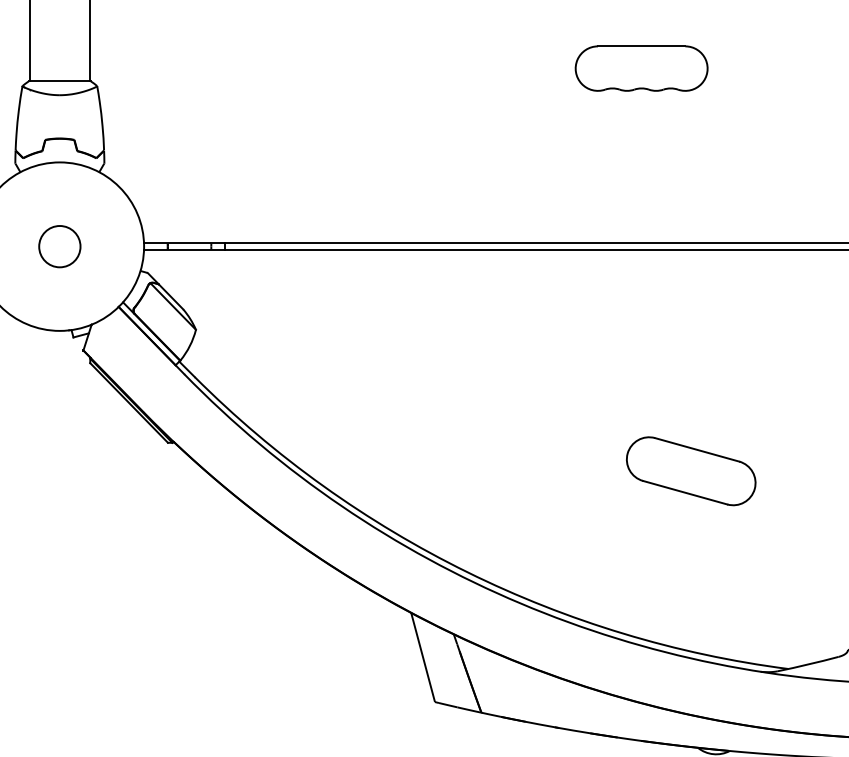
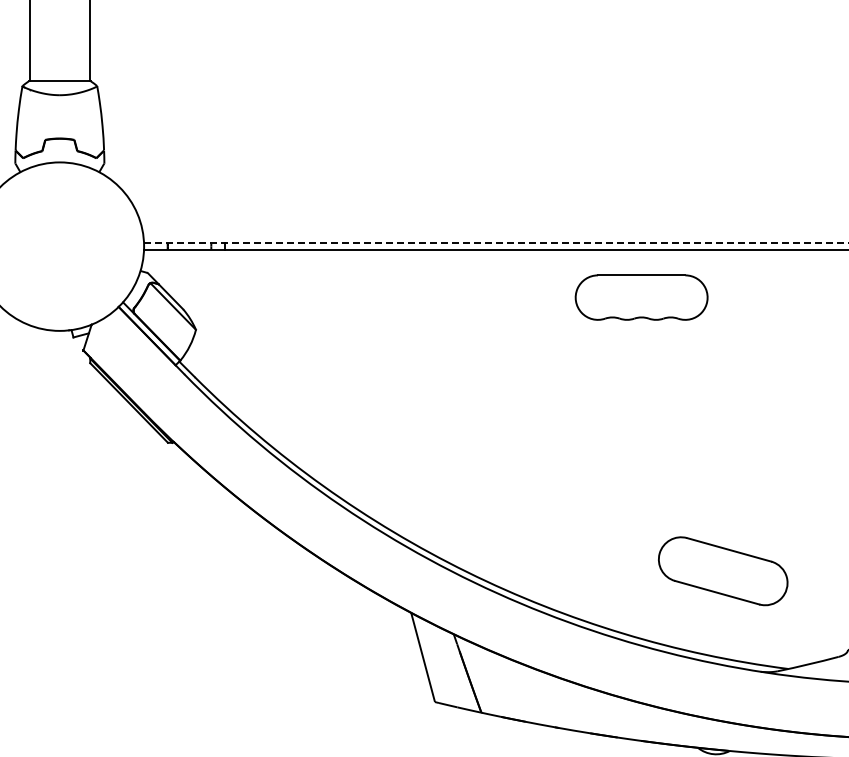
part at (641, 68) position: (641, 68) -> (641, 297)
line at (496, 243): solid -> dashed
circle at (59, 246): present -> none
part at (691, 471) position: (691, 471) -> (723, 571)
